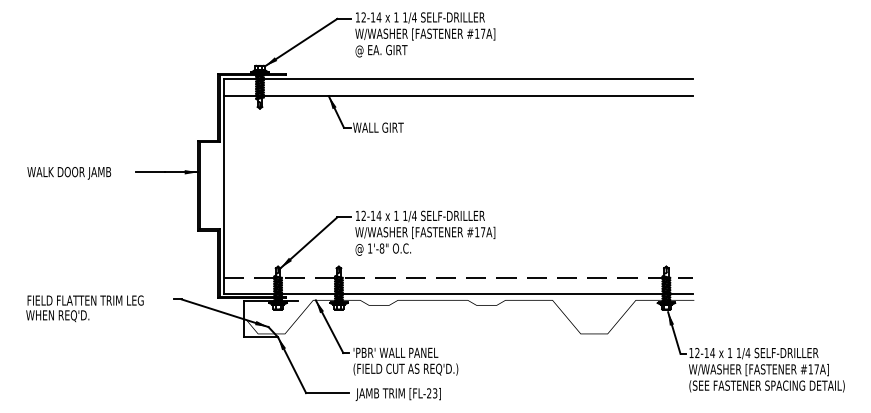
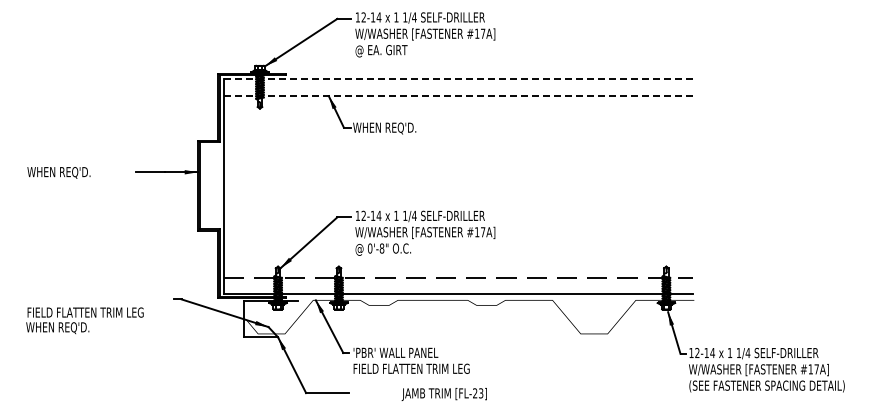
line at (458, 79): solid -> dashed
line at (458, 96): solid -> dashed
text at (389, 128): WALL GIRT -> WHEN REQ'D.
text at (73, 173): WALK DOOR JAMB -> WHEN REQ'D.
text at (369, 248): 1'-8" -> 0'-8"
text at (84, 308) position: (84, 308) -> (84, 320)
text at (411, 369): (FIELD CUT AS REQ'D.) -> FIELD FLATTEN TRIM LEG
text at (397, 394) position: (397, 394) -> (443, 394)
